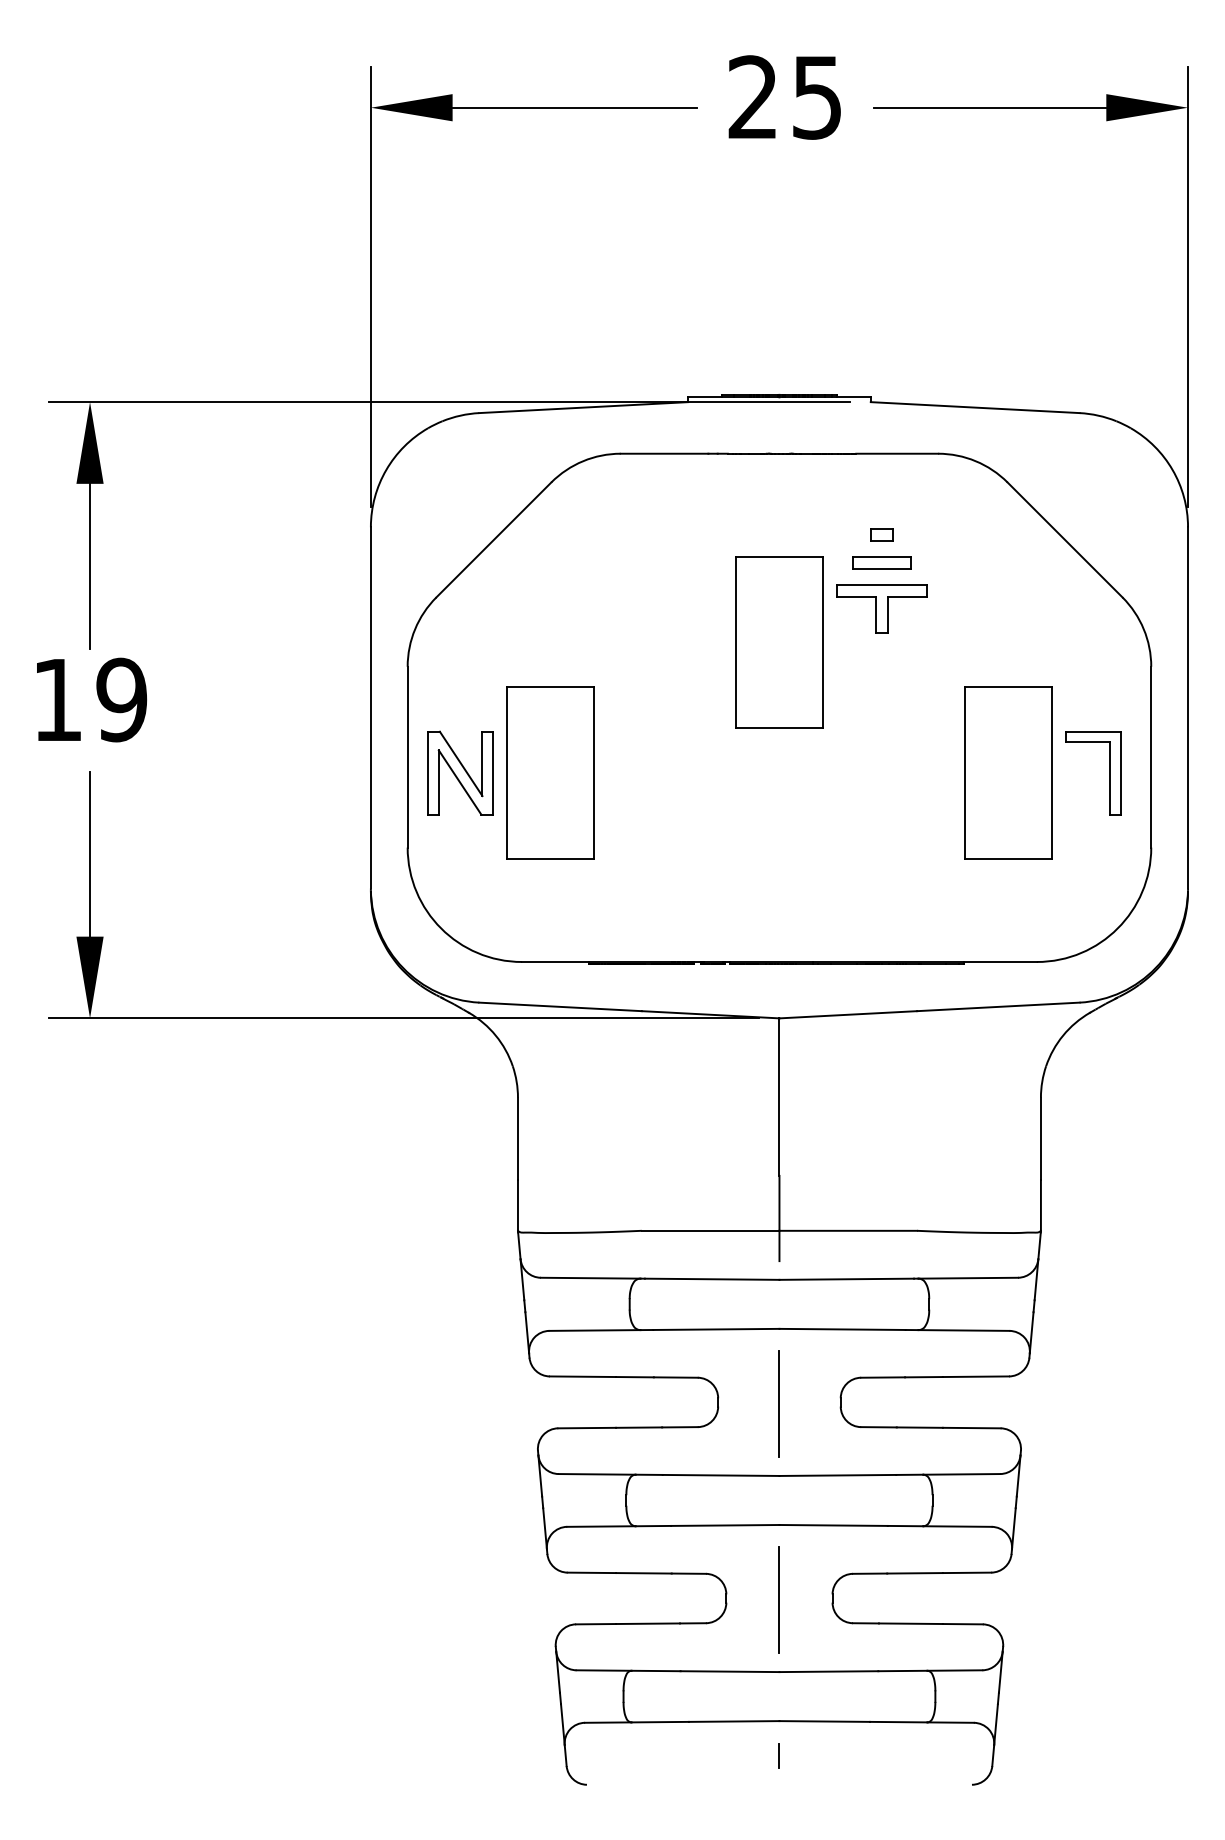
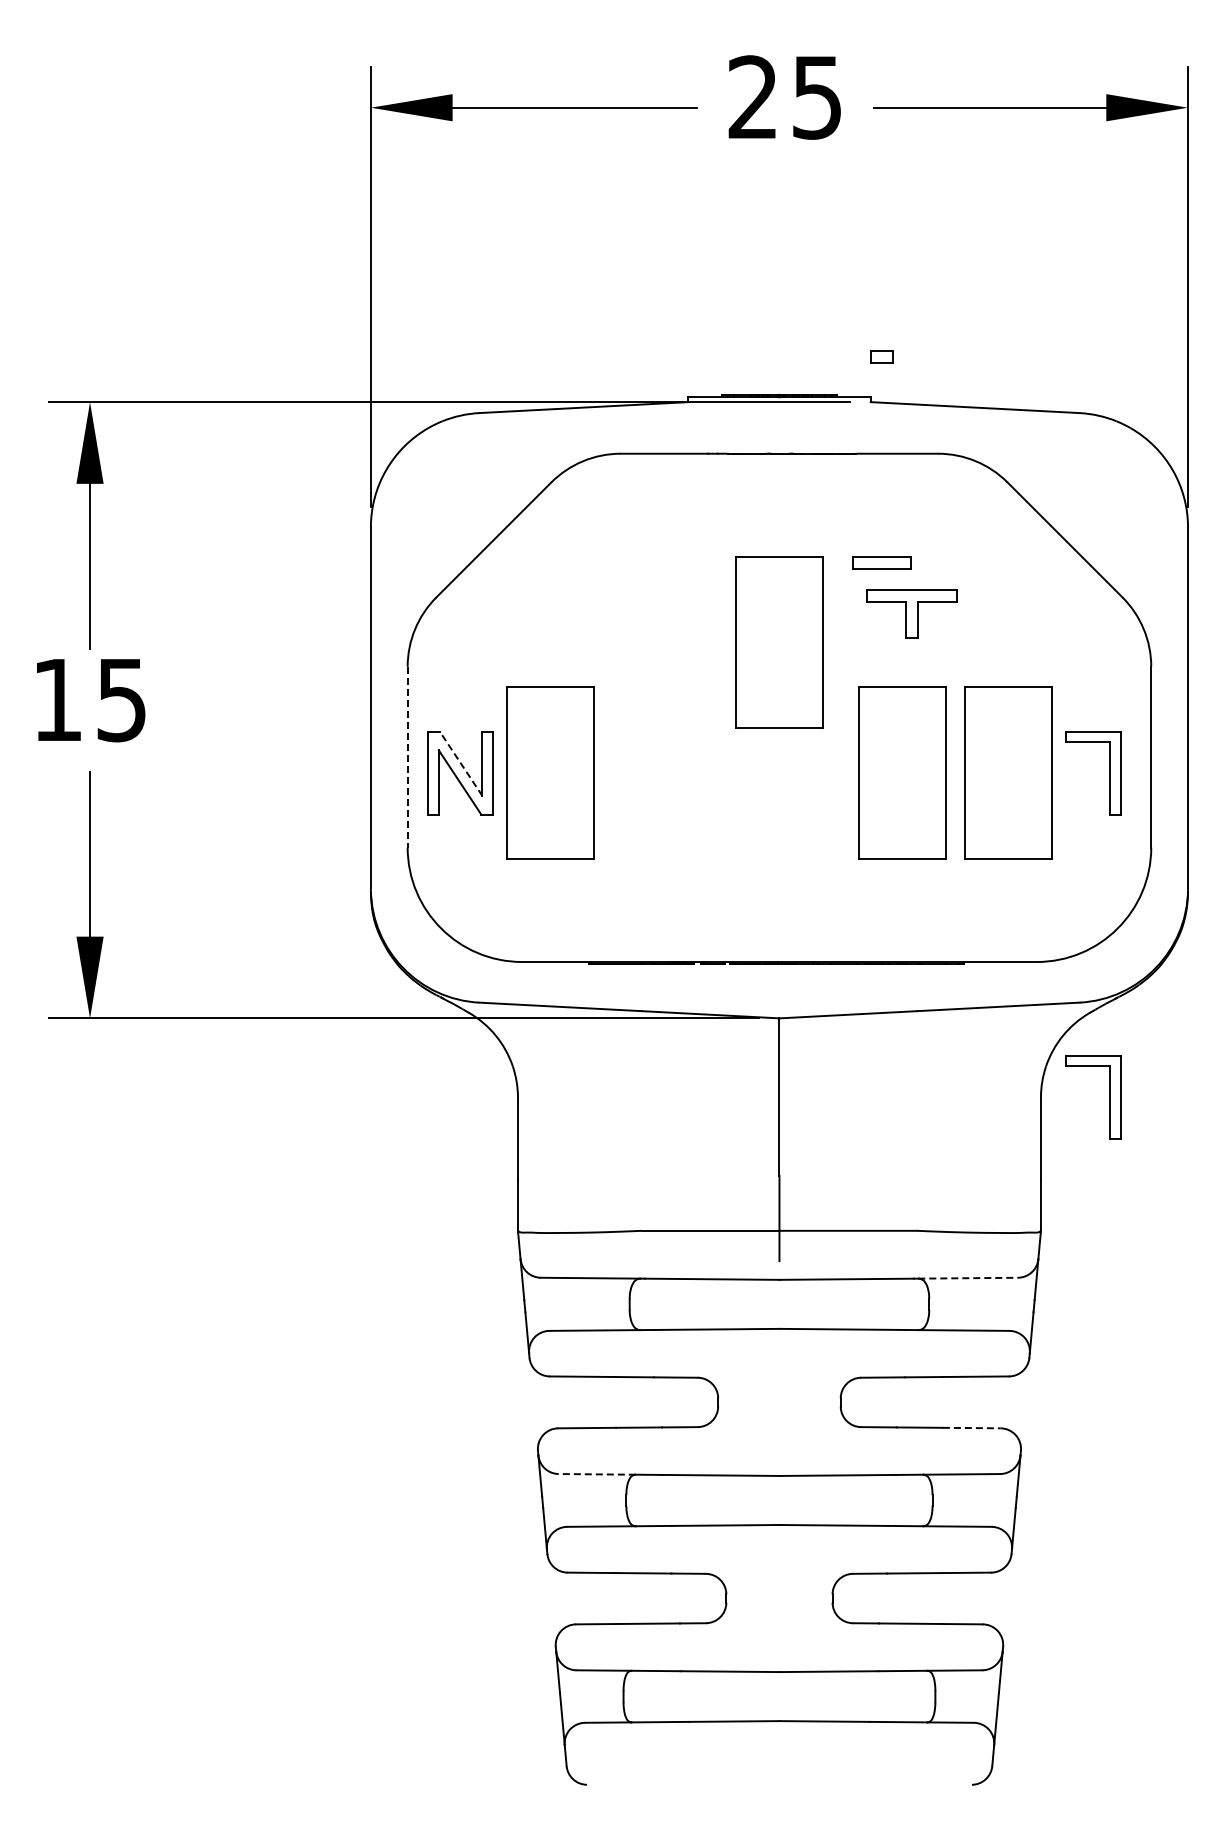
part at (881, 534) position: (881, 534) -> (881, 356)
part at (881, 608) position: (881, 608) -> (911, 613)
text at (121, 699): 19 -> 15
line at (407, 757): solid -> dashed
line at (461, 763): solid -> dashed
part at (902, 772): none -> present
part at (1109, 1097): none -> present
line at (968, 1278): solid -> dashed
line at (779, 1404): present -> none
line at (971, 1428): solid -> dashed
line at (597, 1474): solid -> dashed
line at (779, 1600): present -> none
line at (779, 1755): present -> none
